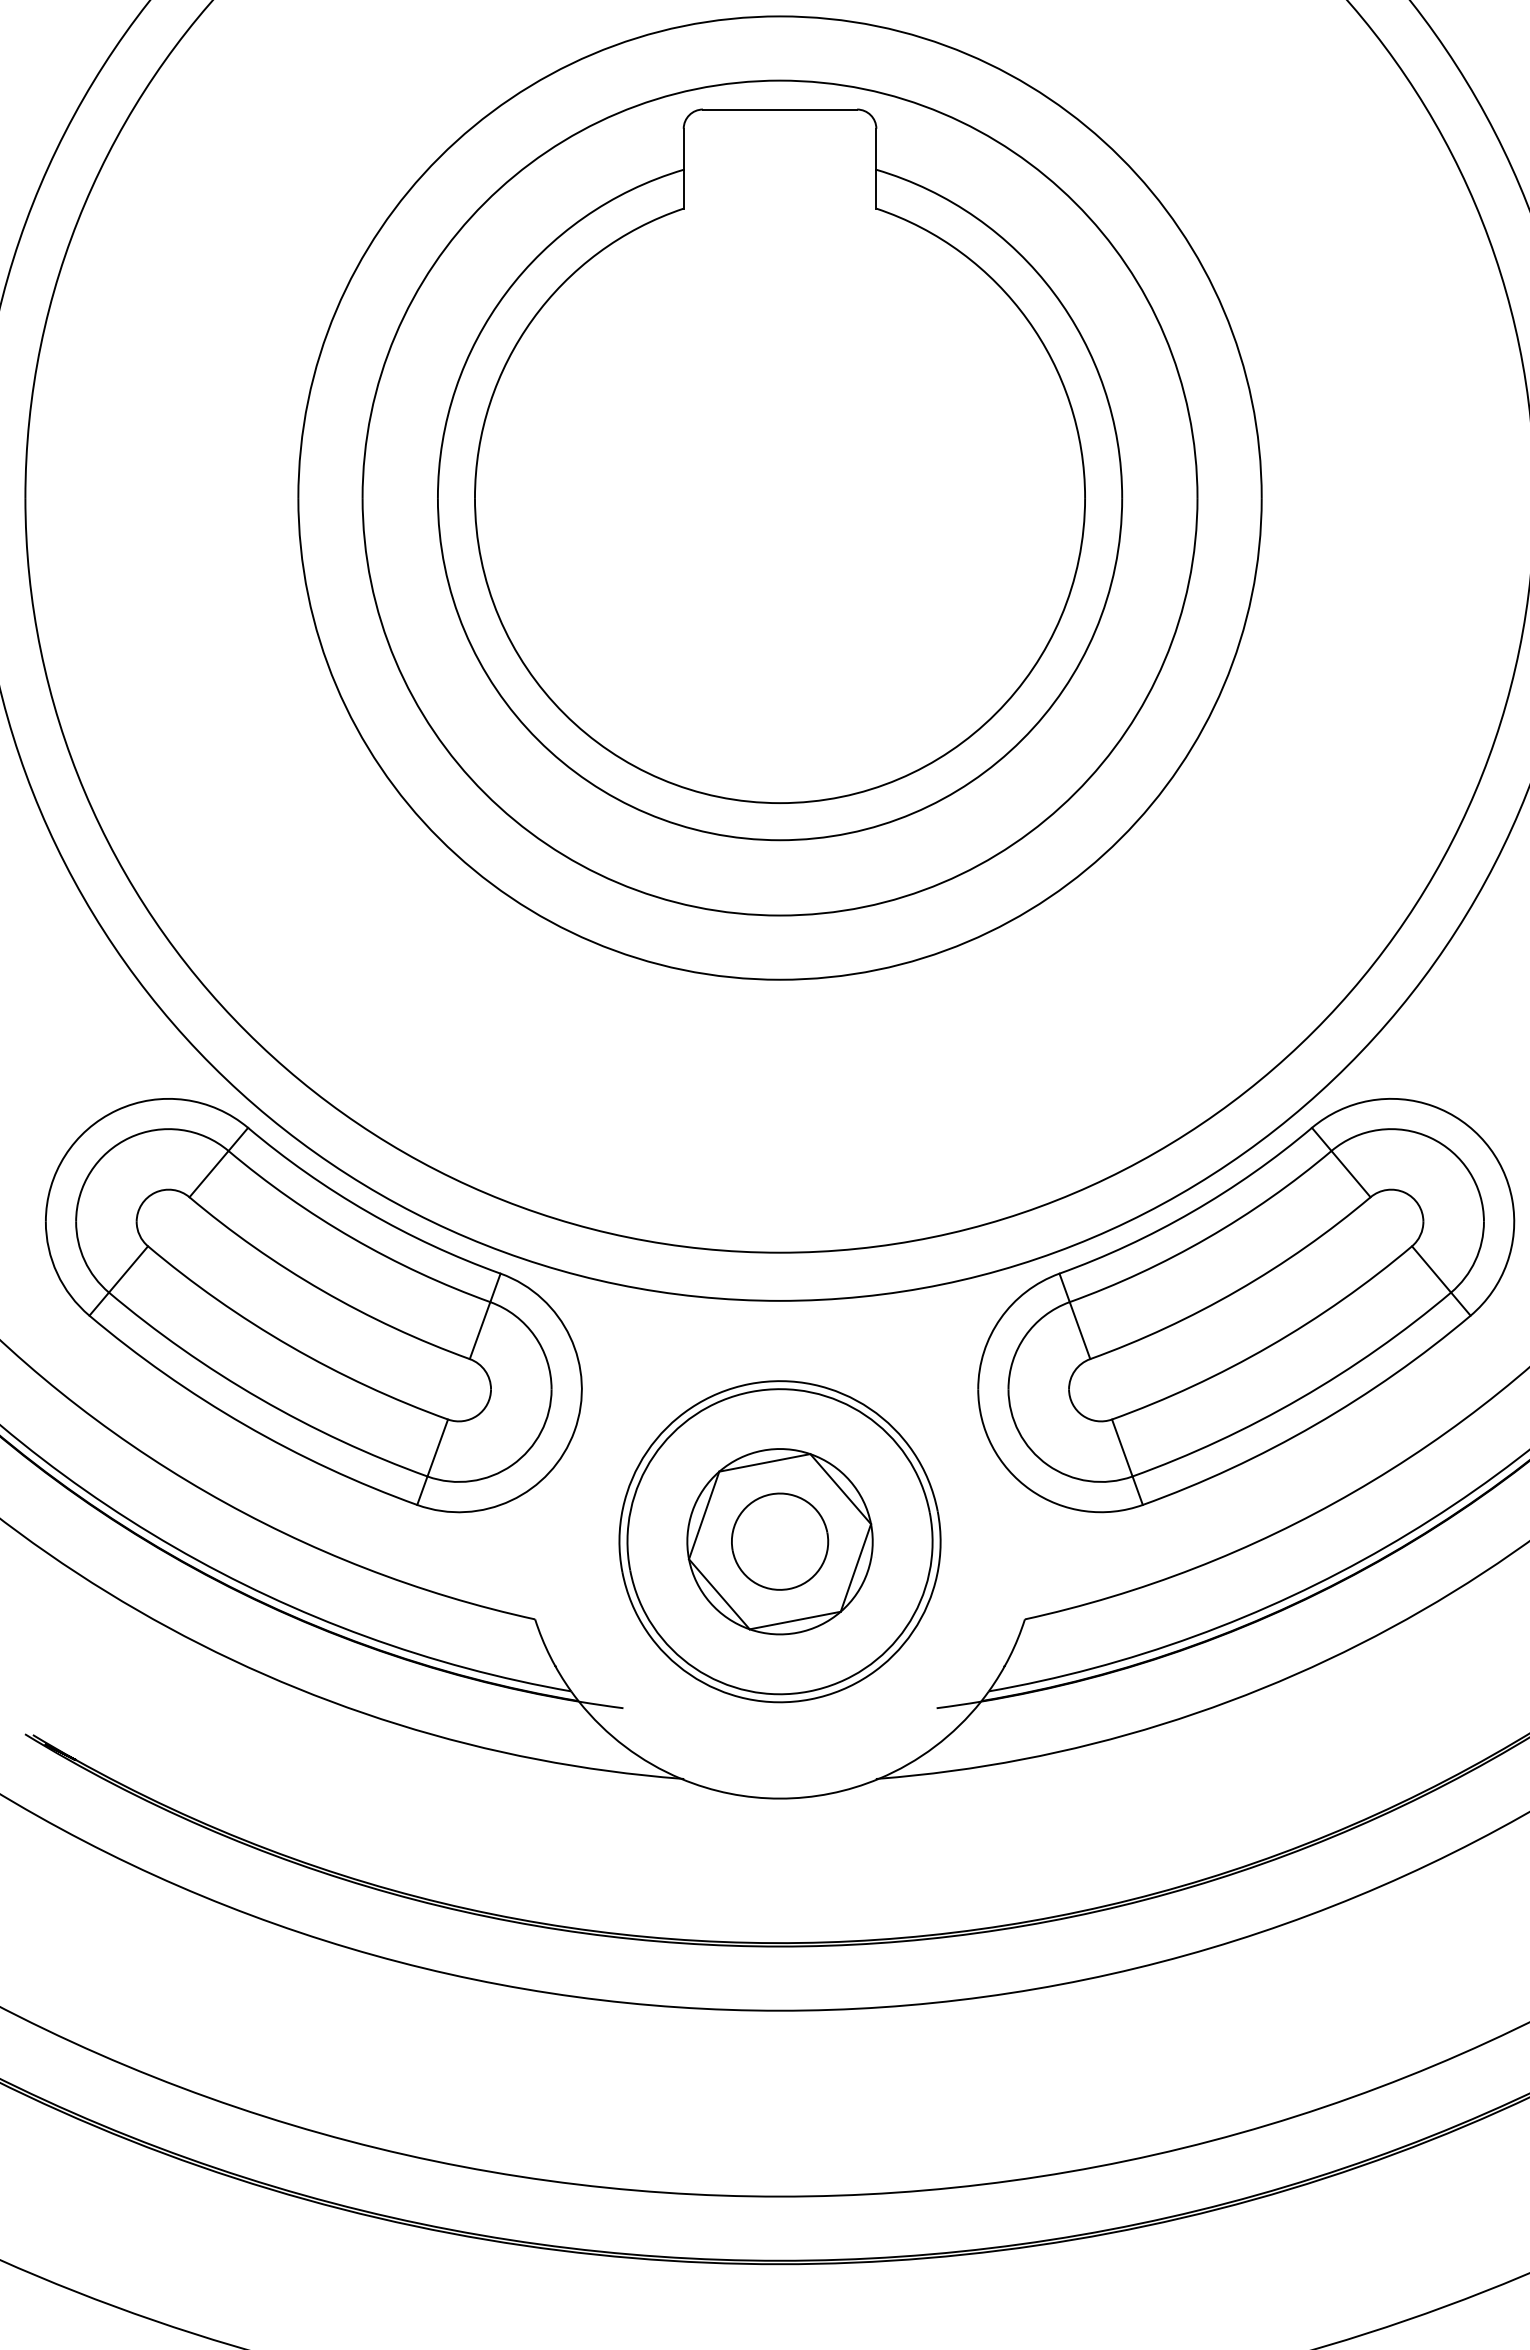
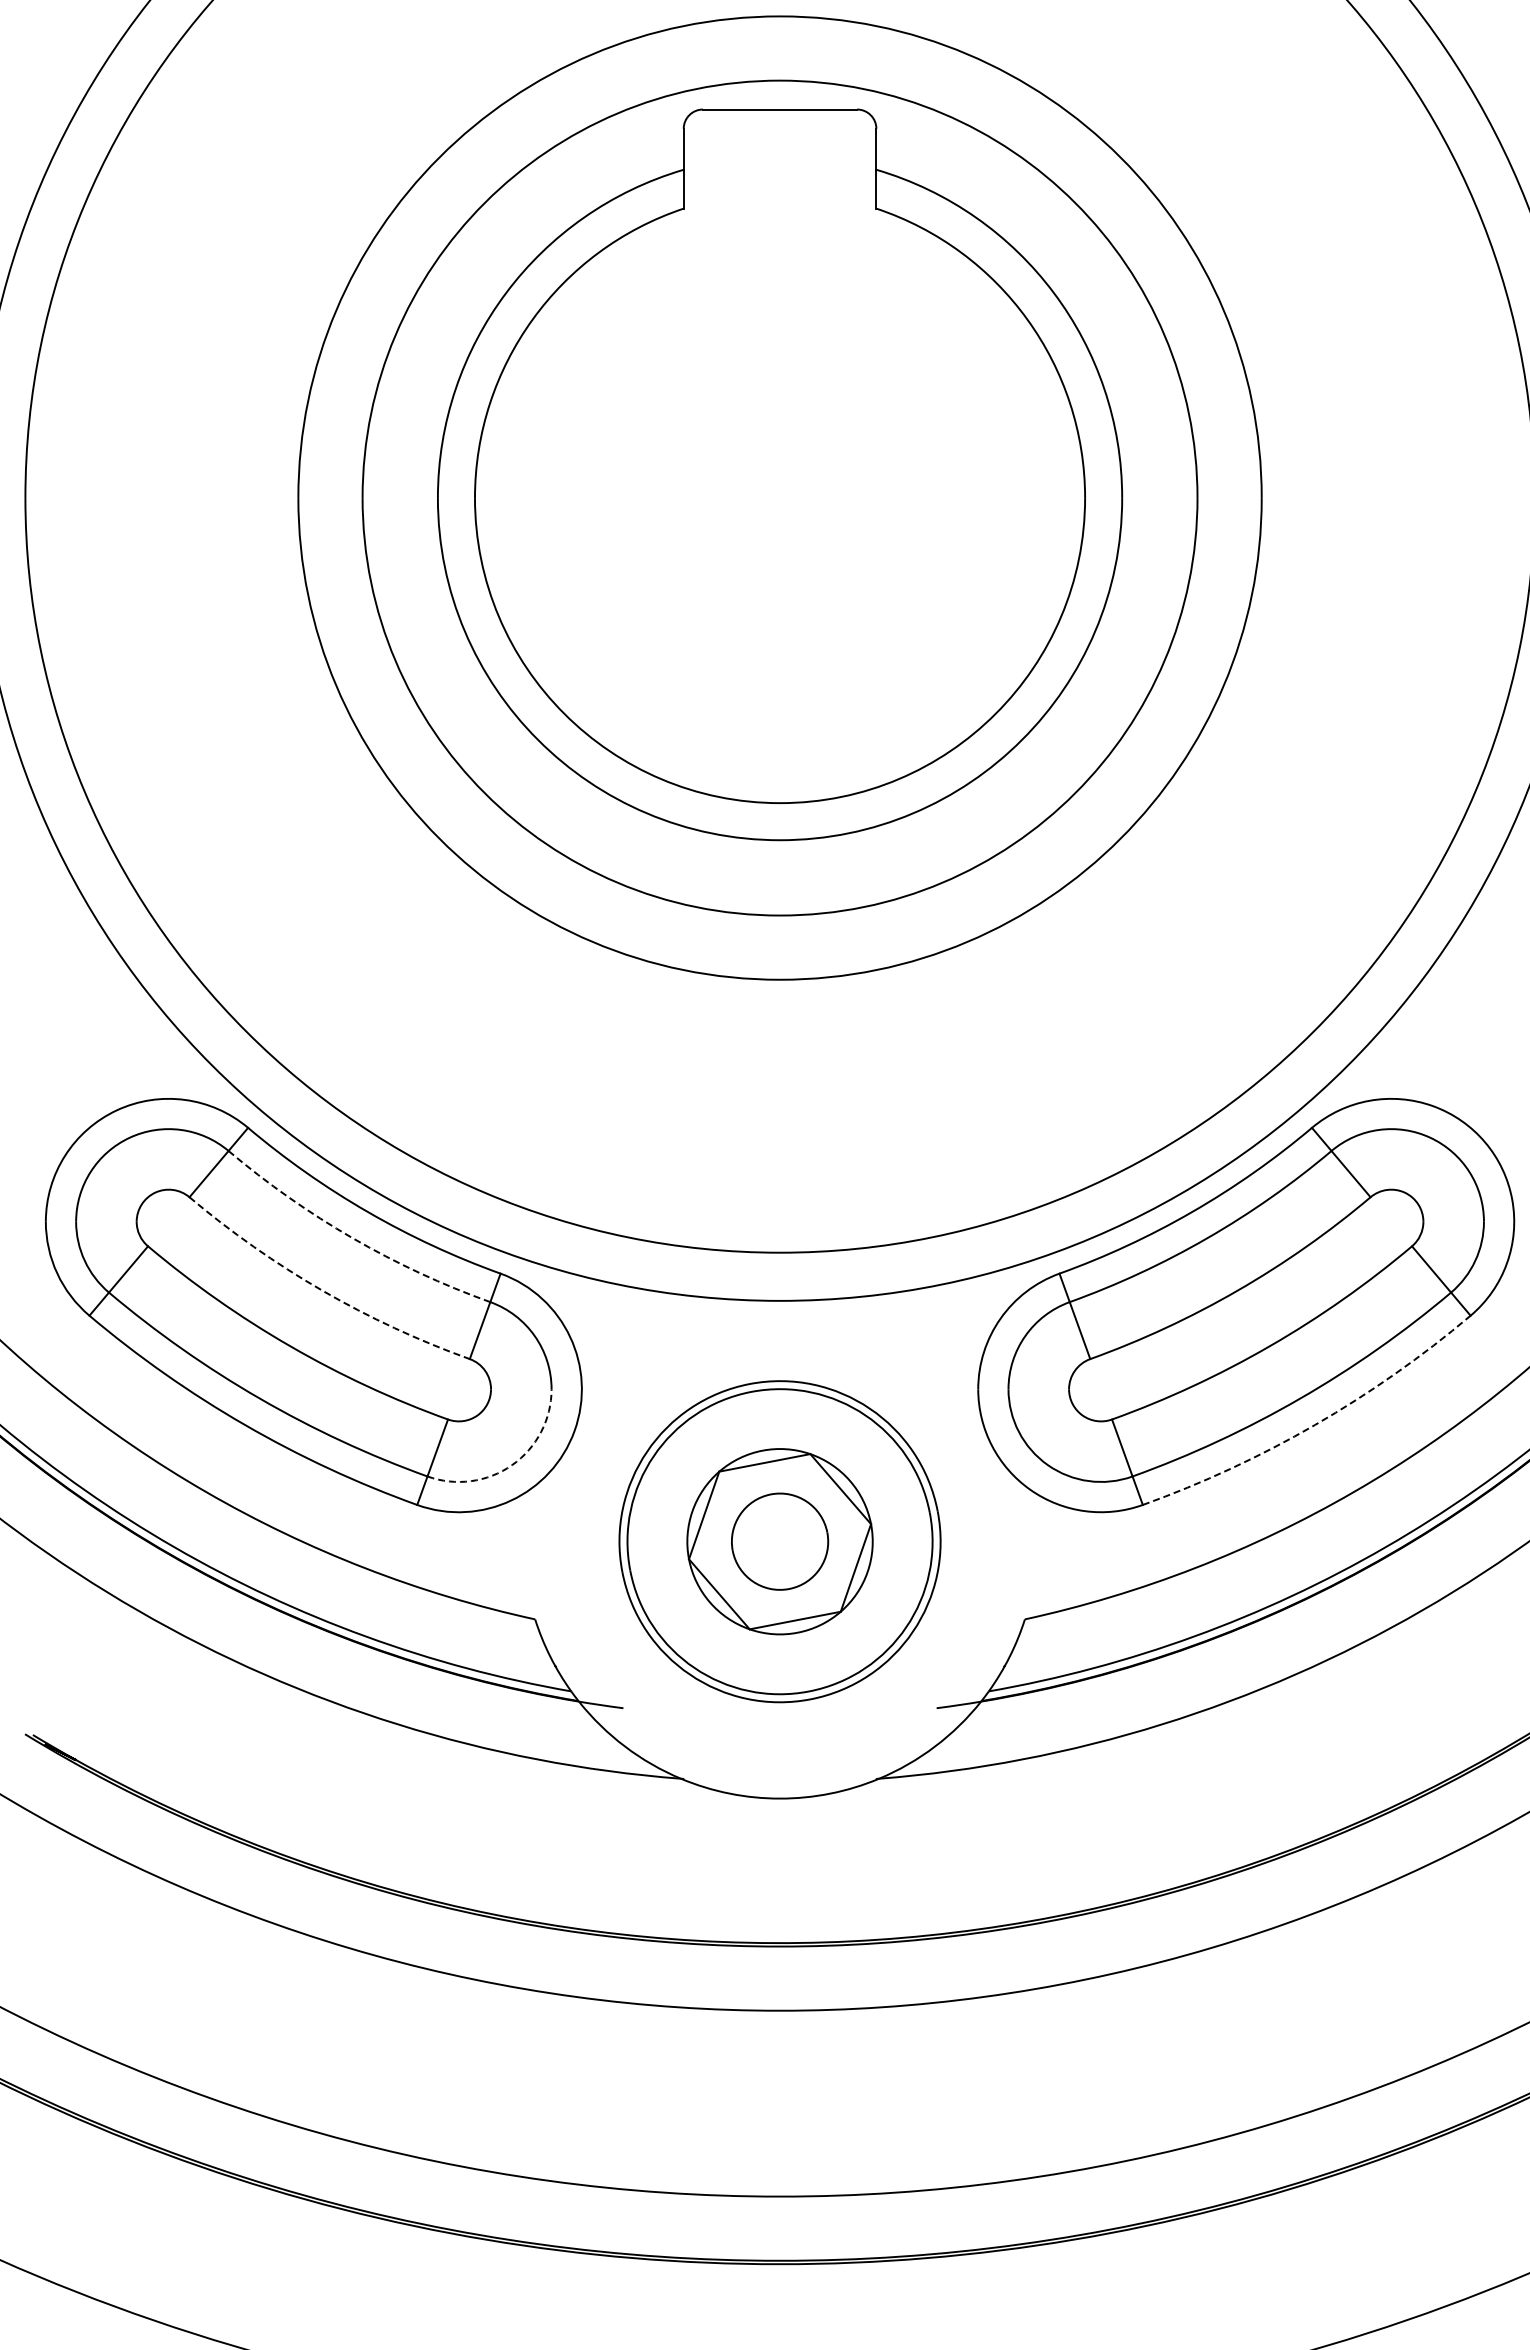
arc at (352, 1238): solid -> dashed
arc at (322, 1290): solid -> dashed
arc at (1315, 1424): solid -> dashed
arc at (512, 1465): solid -> dashed
